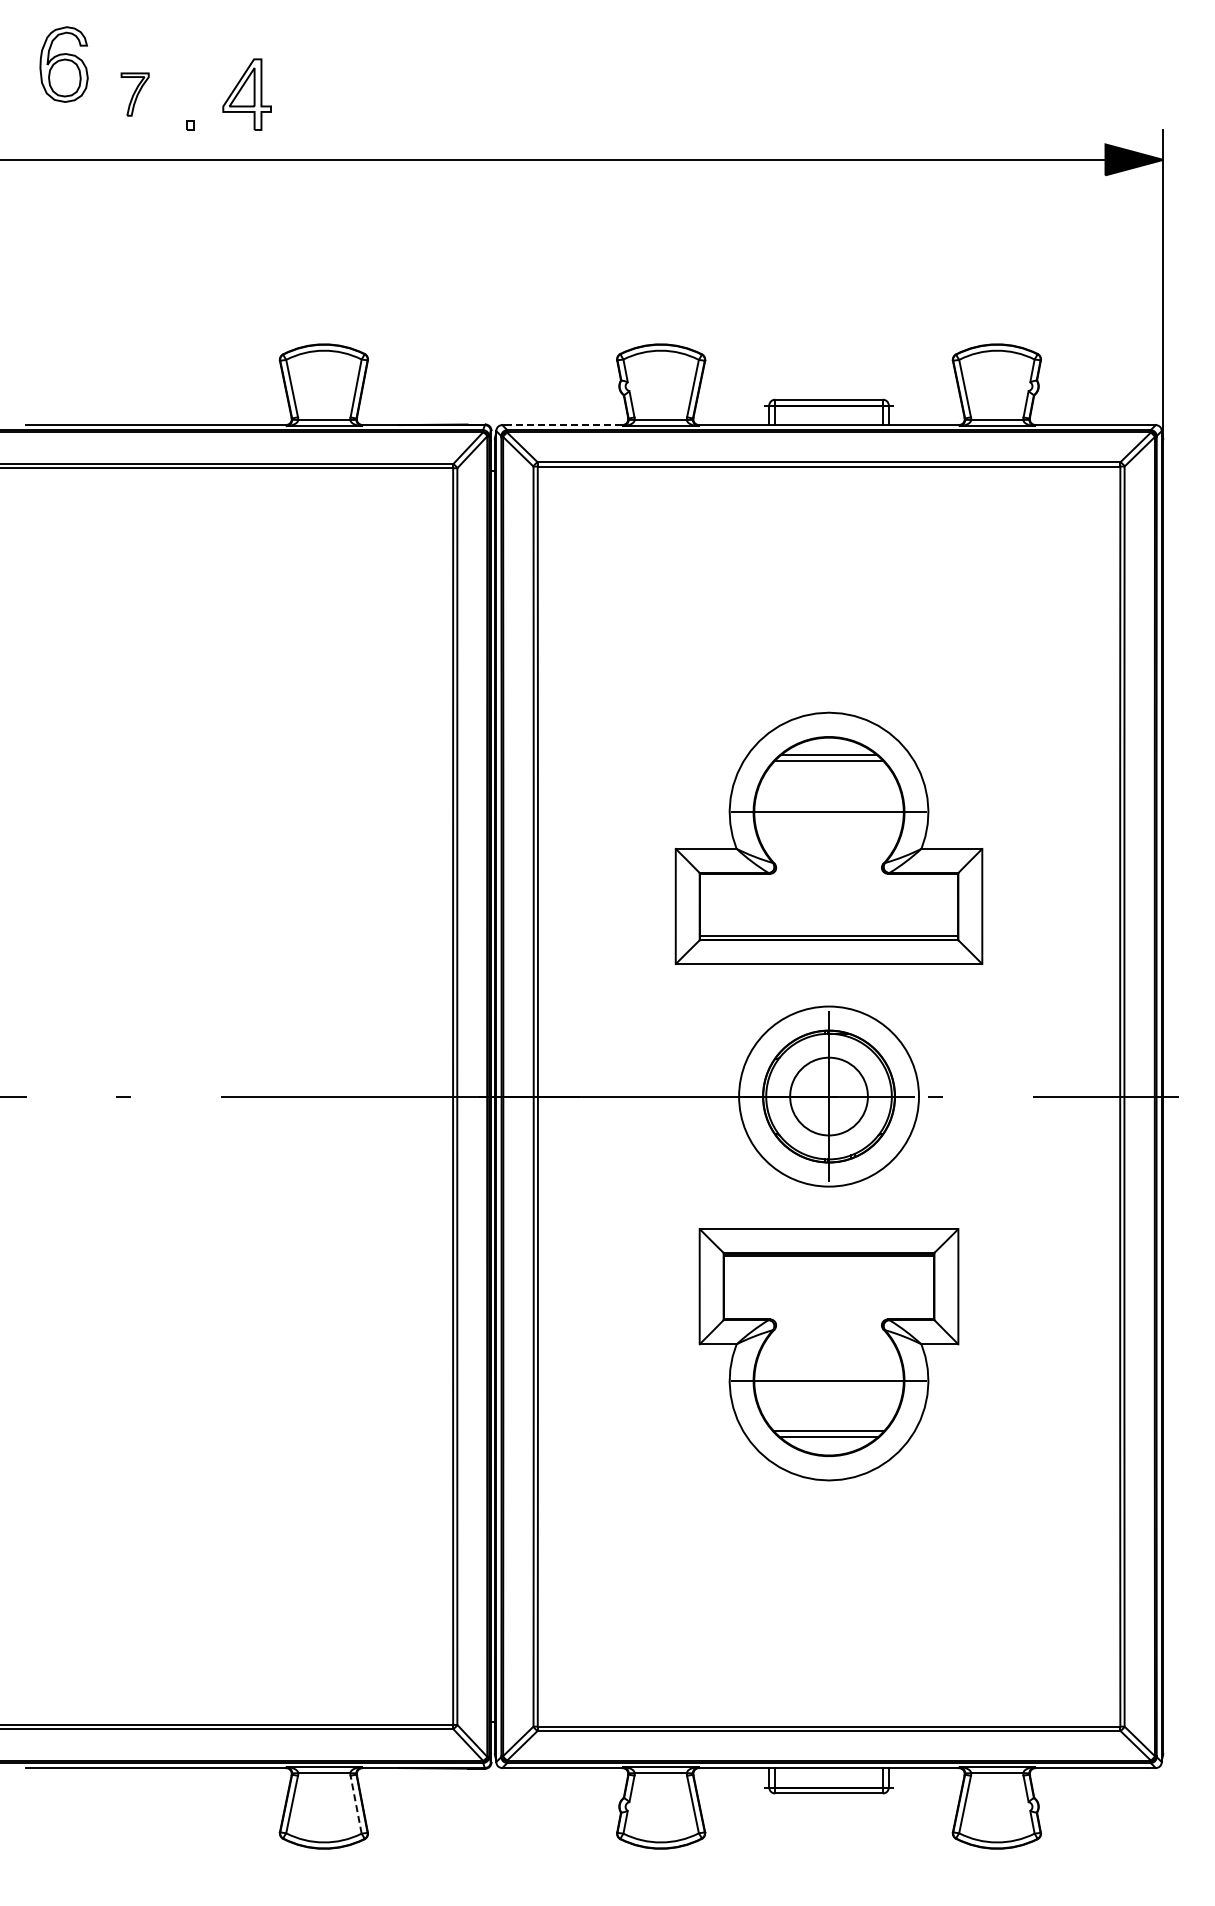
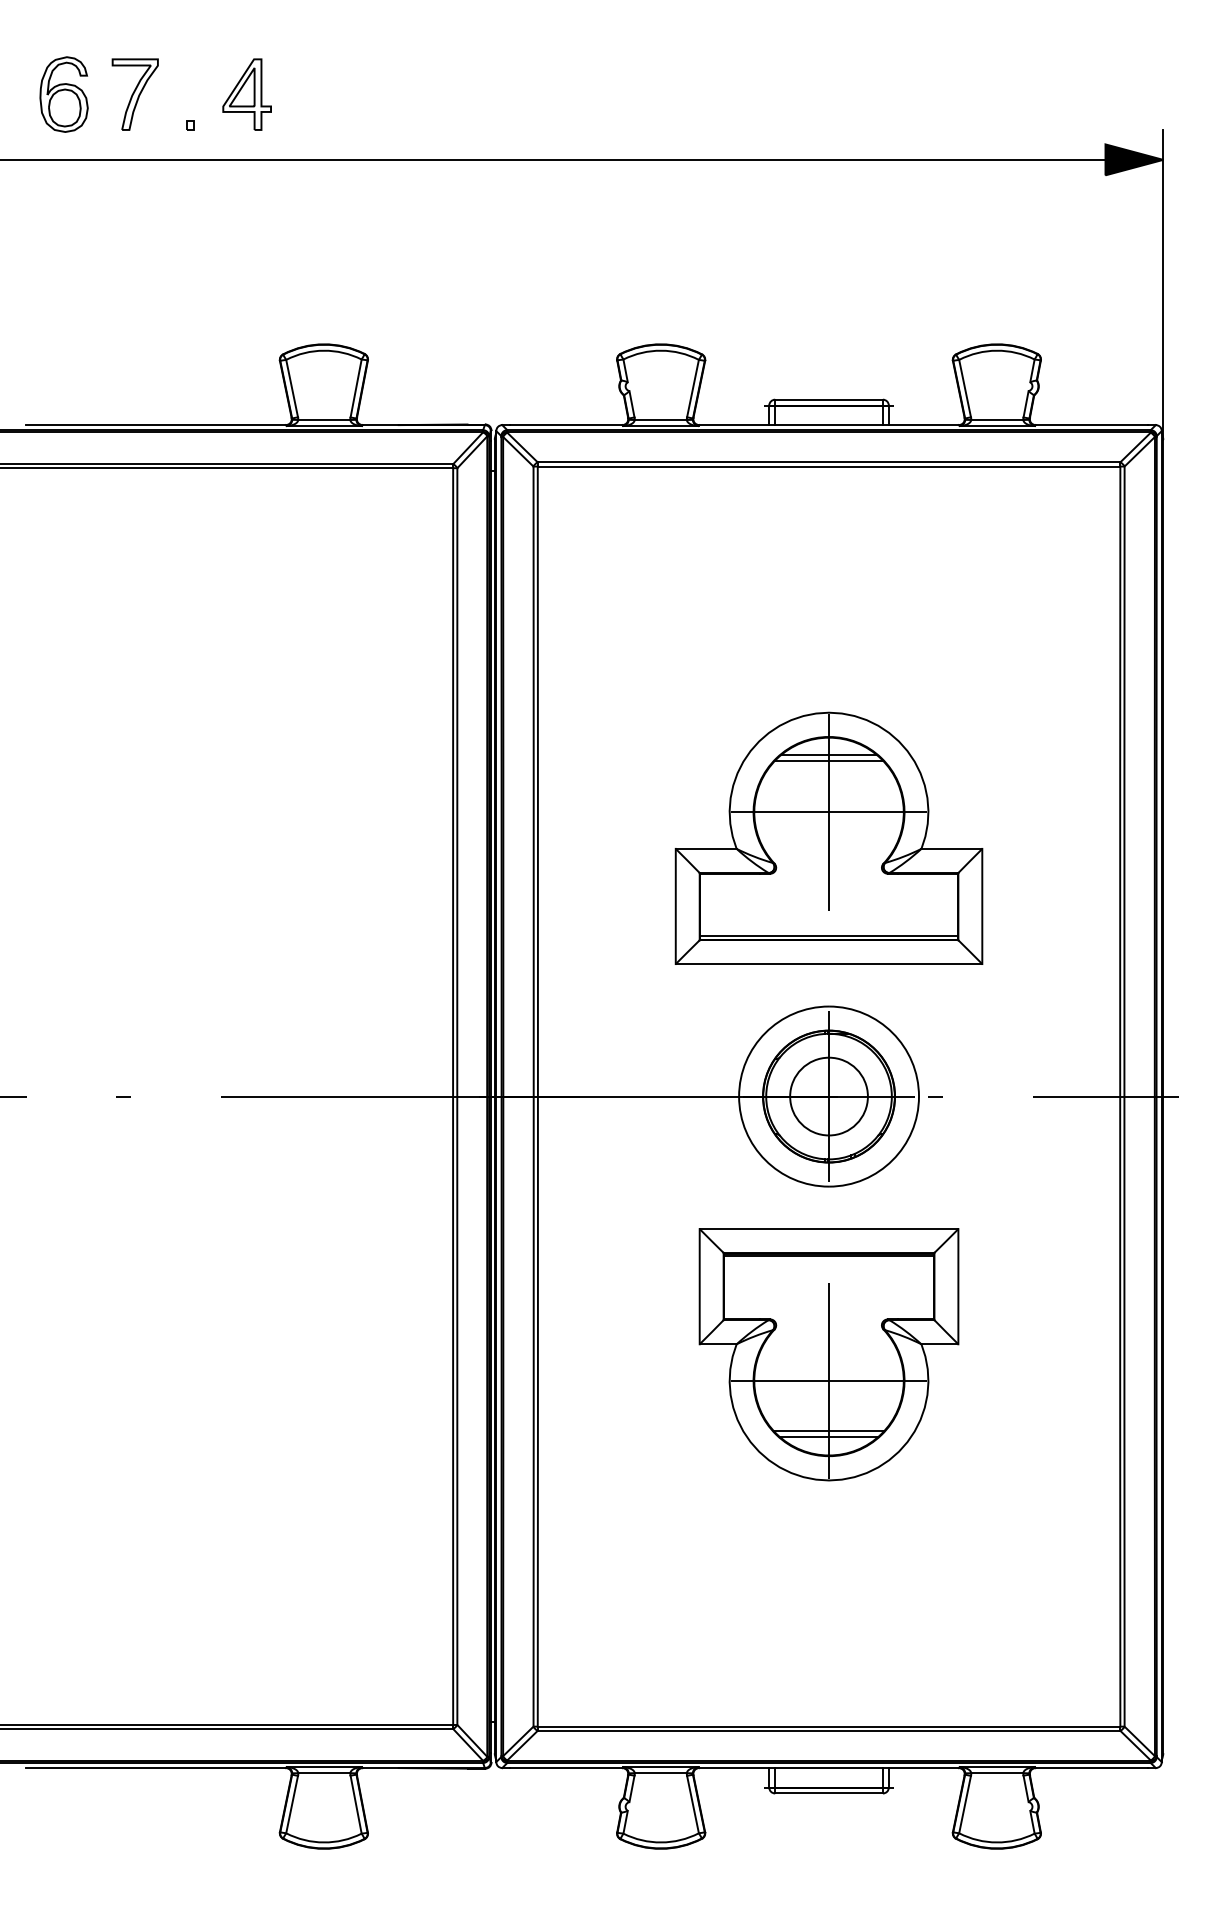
part at (63, 64) position: (63, 64) -> (63, 94)
part at (134, 94) size: 30x45 px -> 48x73 px
line at (565, 425): dashed -> solid
line at (829, 812): none -> present
line at (829, 1380): none -> present
line at (356, 1804): dashed -> solid
